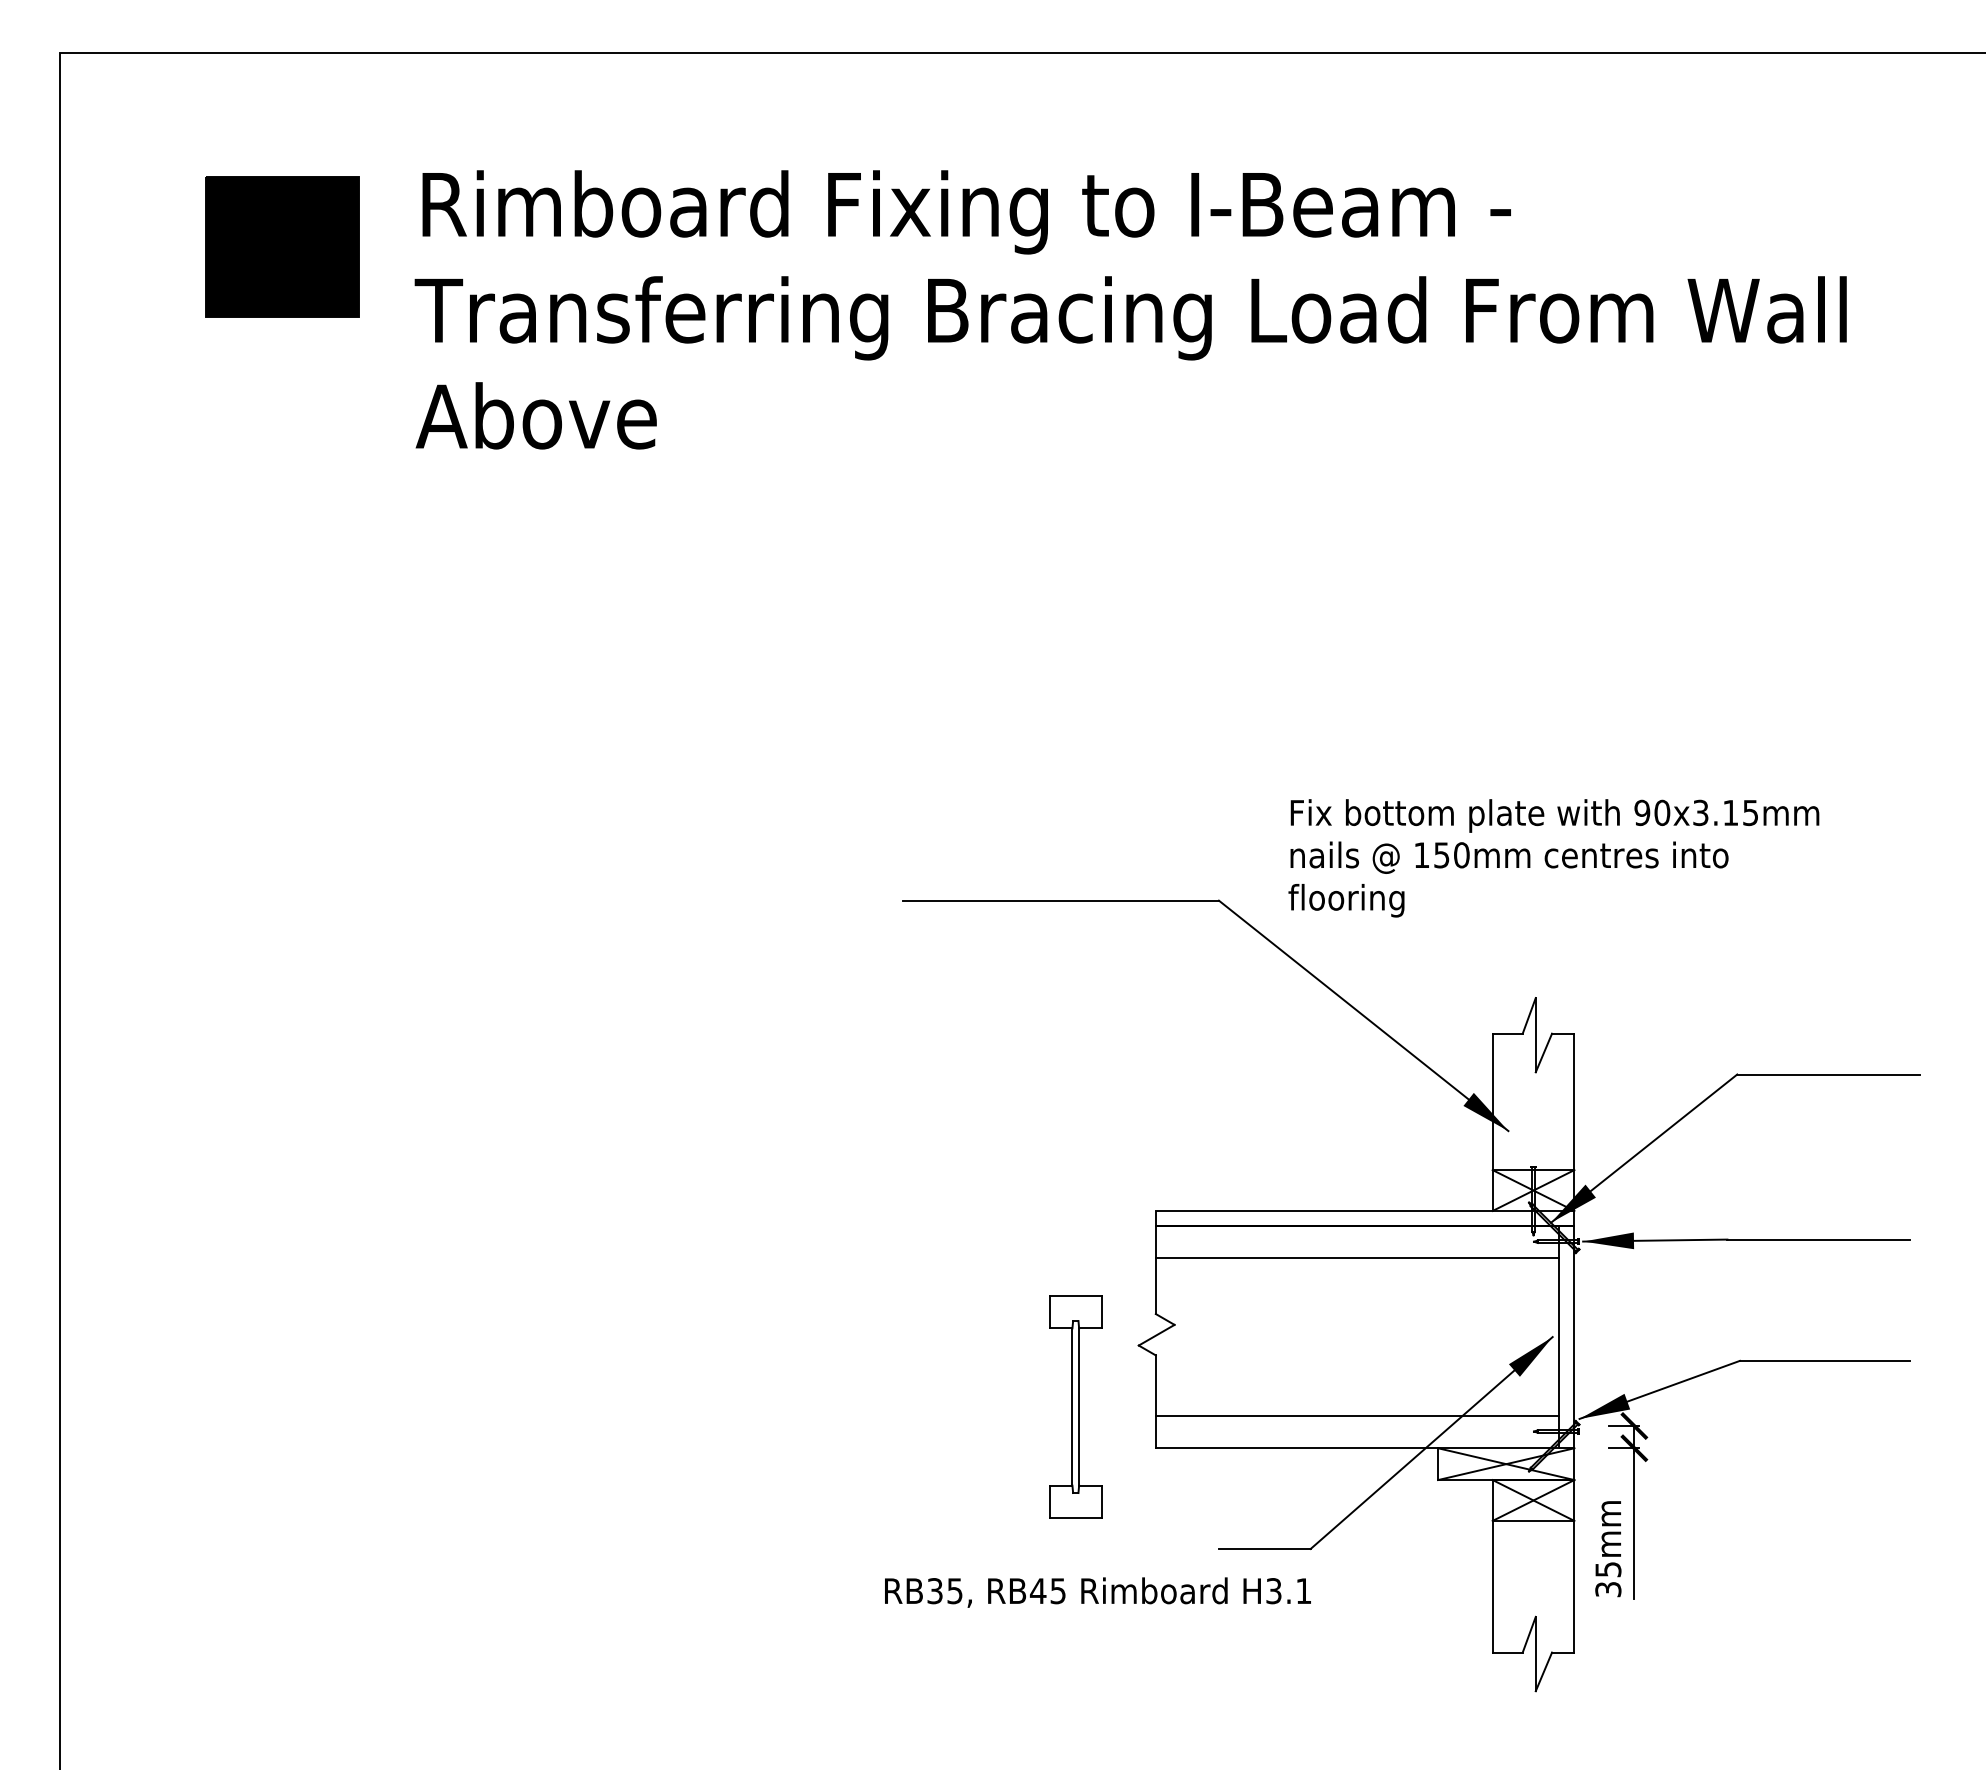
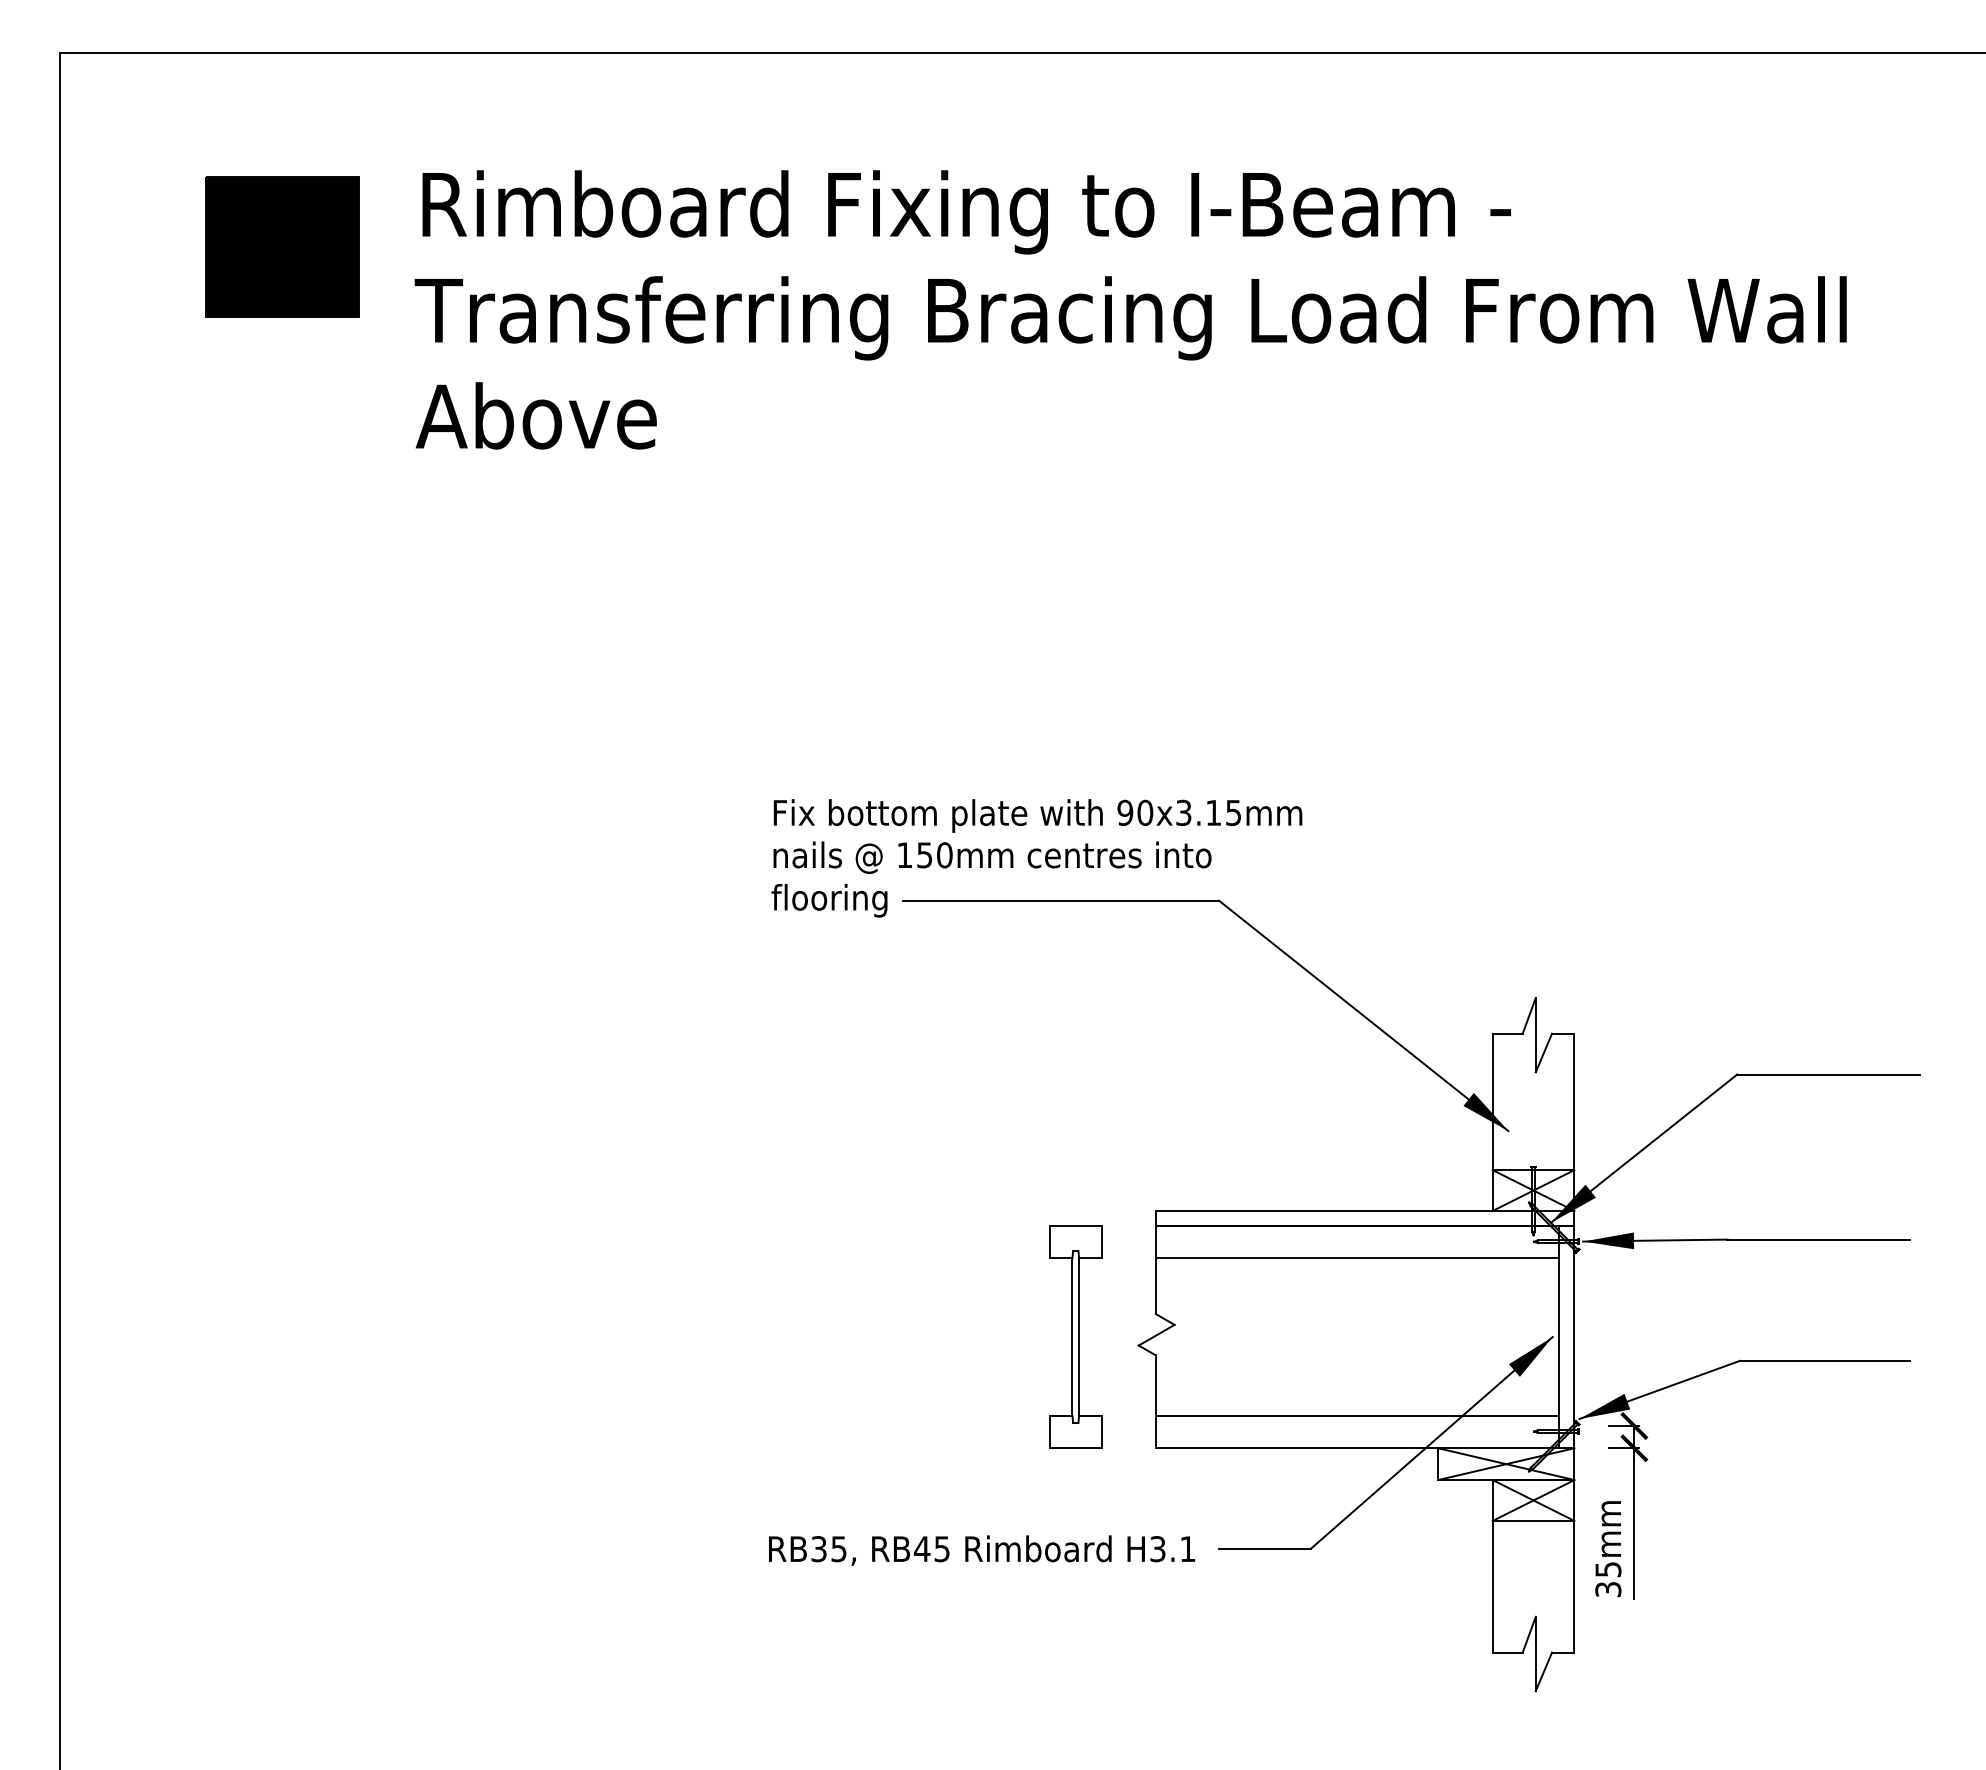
text at (1553, 858) position: (1553, 858) -> (1036, 858)
part at (1075, 1406) position: (1075, 1406) -> (1075, 1336)
text at (1097, 1592) position: (1097, 1592) -> (981, 1550)
